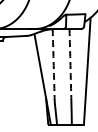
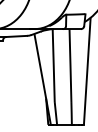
arc at (53, 65): dashed -> solid
arc at (70, 65): dashed -> solid
